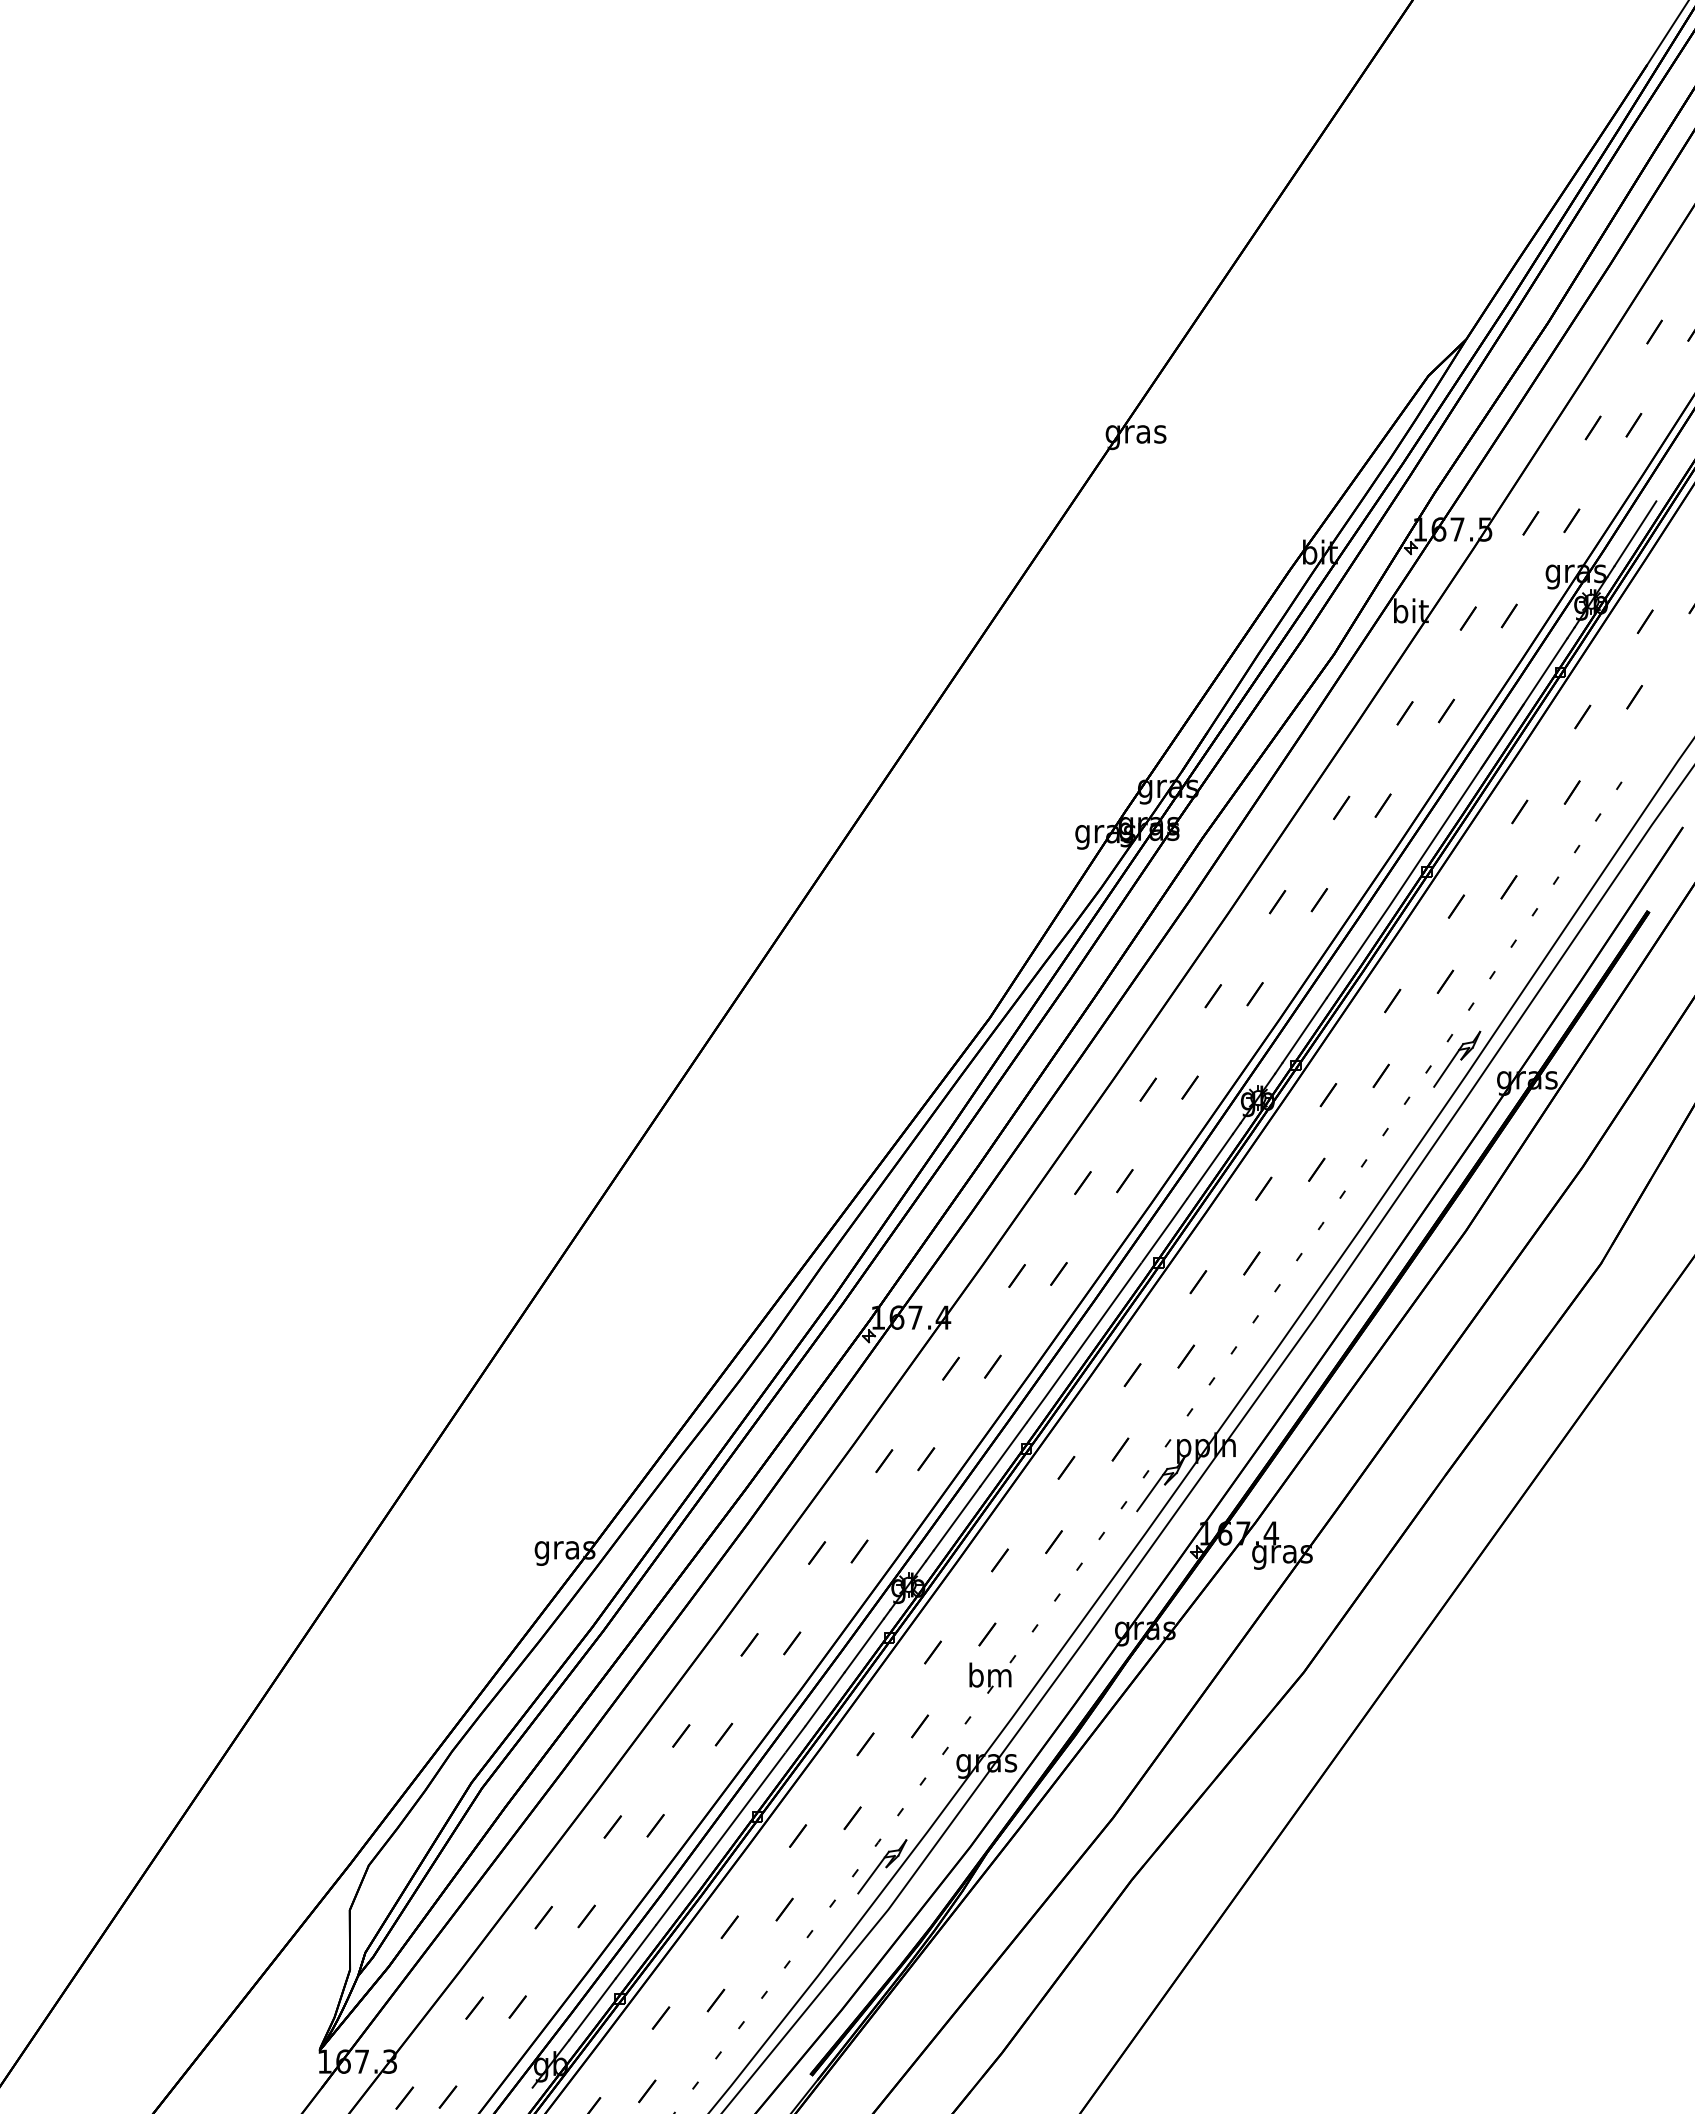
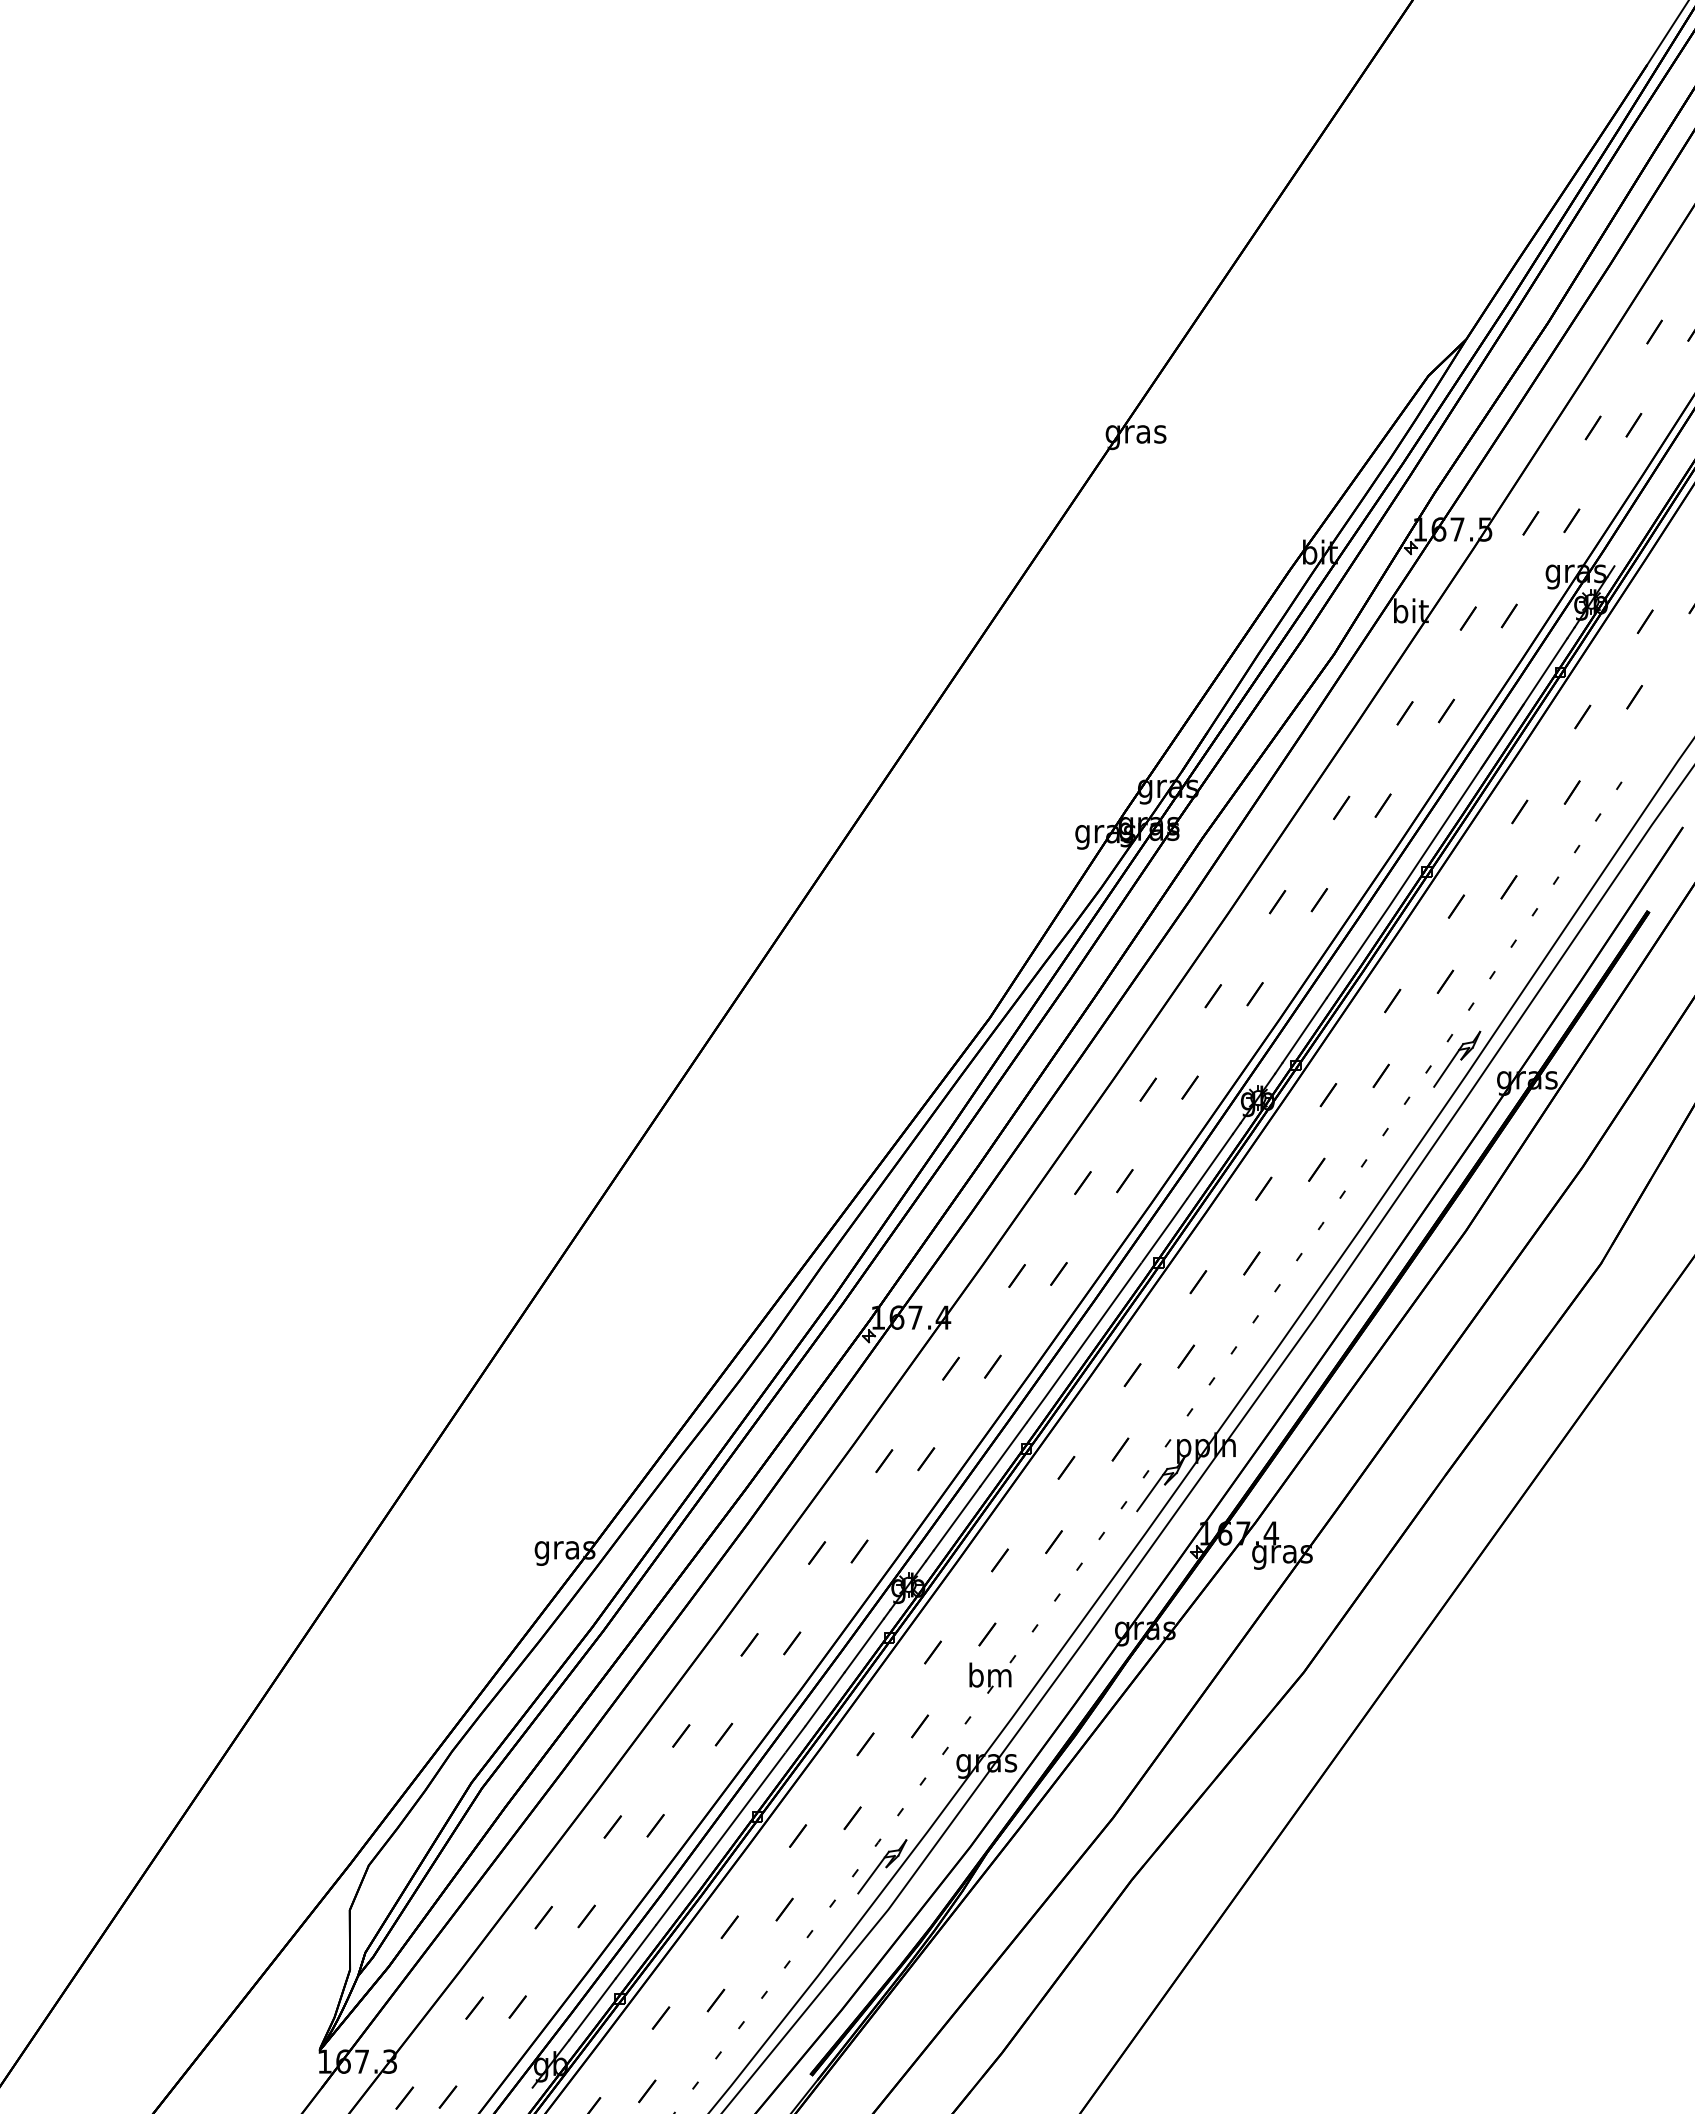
line at (1635, 533): present -> none
